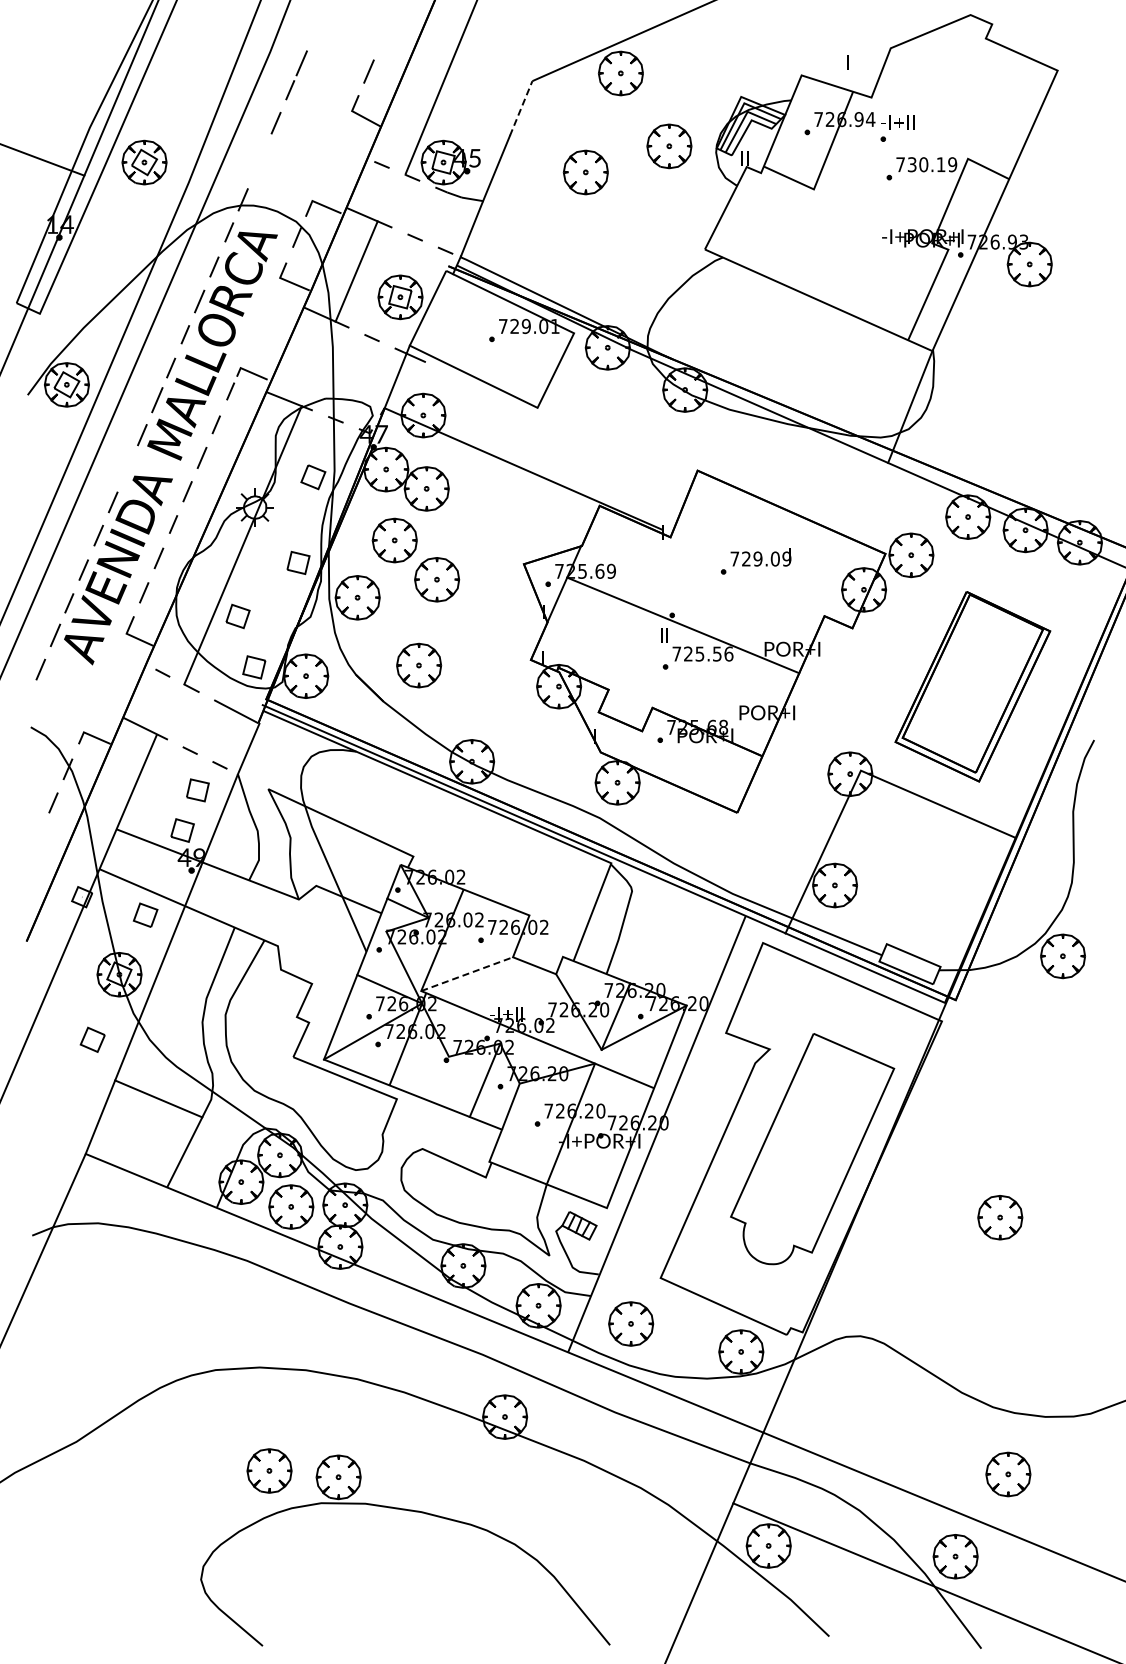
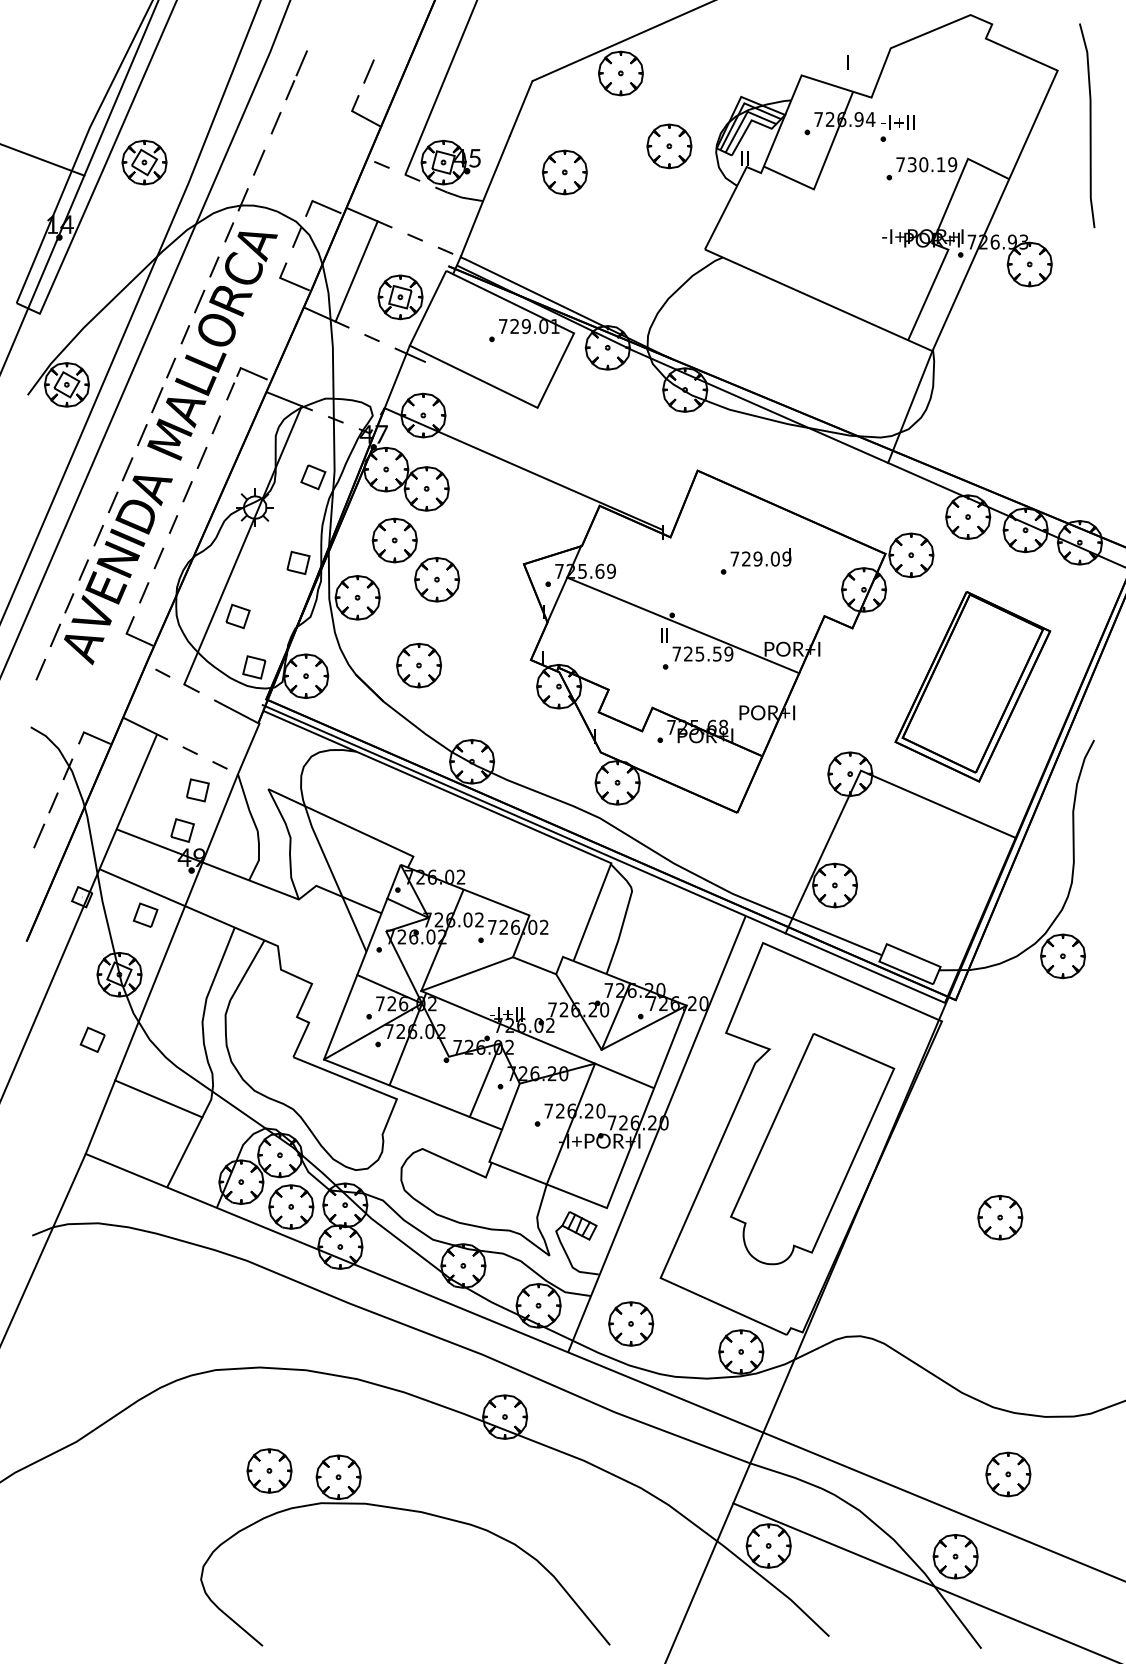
line at (521, 108): dashed -> solid
line at (1089, 125): none -> present
line at (259, 162): none -> present
part at (585, 172) position: (585, 172) -> (564, 172)
line at (127, 469): none -> present
text at (728, 653): 725.56 -> 725.59
line at (39, 835): none -> present
line at (467, 974): dashed -> solid
